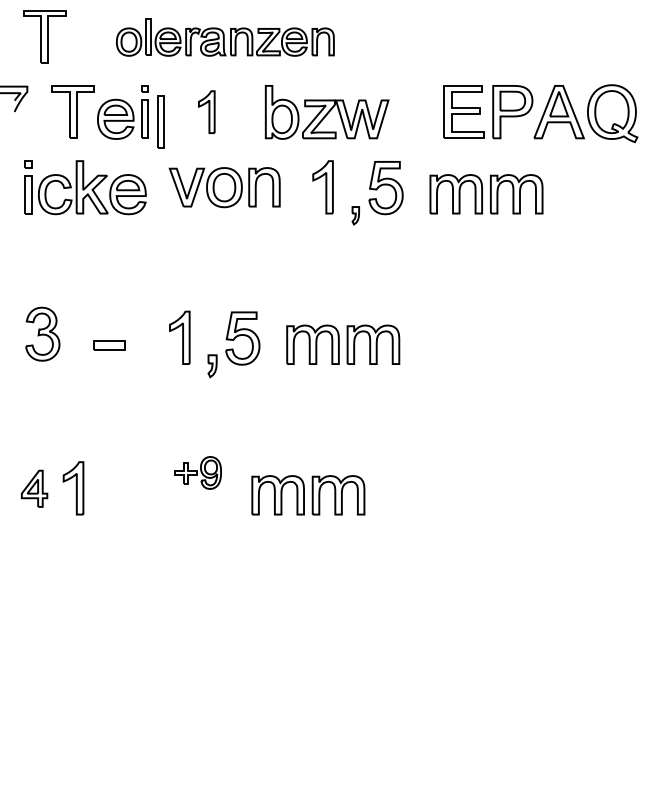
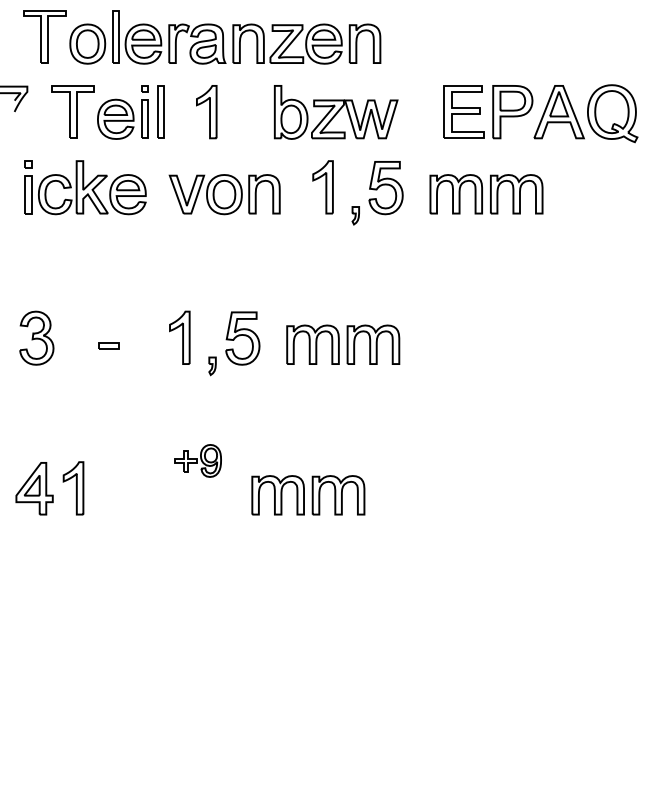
part at (225, 37) size: 219x39 px -> 313x55 px
part at (206, 111) size: 18x44 px -> 22x55 px
part at (326, 112) position: (326, 112) -> (335, 112)
part at (160, 121) position: (160, 121) -> (160, 111)
part at (224, 187) position: (224, 187) -> (224, 194)
part at (42, 333) position: (42, 333) -> (36, 337)
part at (109, 345) size: 33x11 px -> 22x8 px
part at (212, 366) size: 11x25 px -> 9x21 px
part at (197, 472) position: (197, 472) -> (197, 460)
part at (34, 488) size: 28x39 px -> 39x54 px
